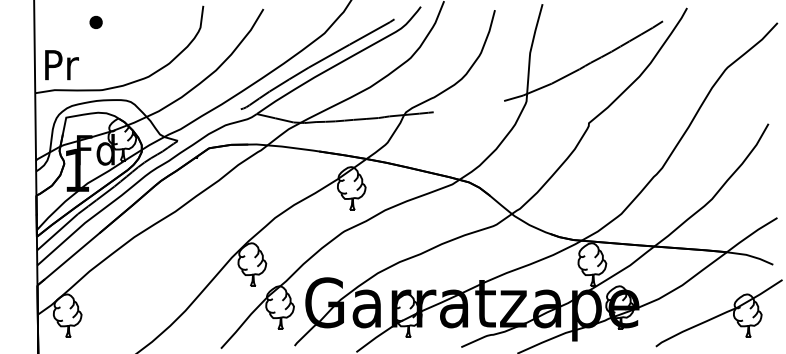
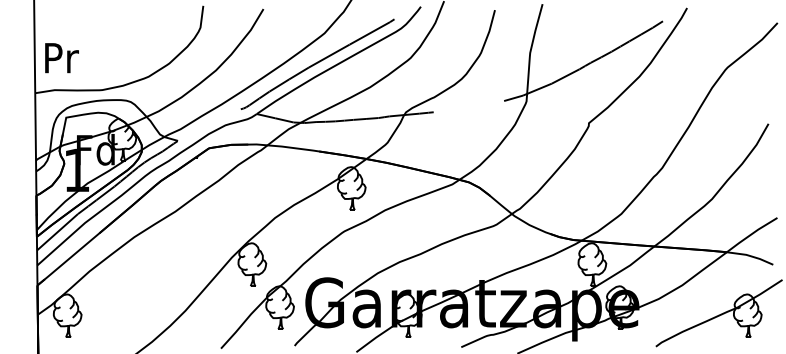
part at (95, 22): present -> none
text at (61, 65) position: (61, 65) -> (61, 58)
